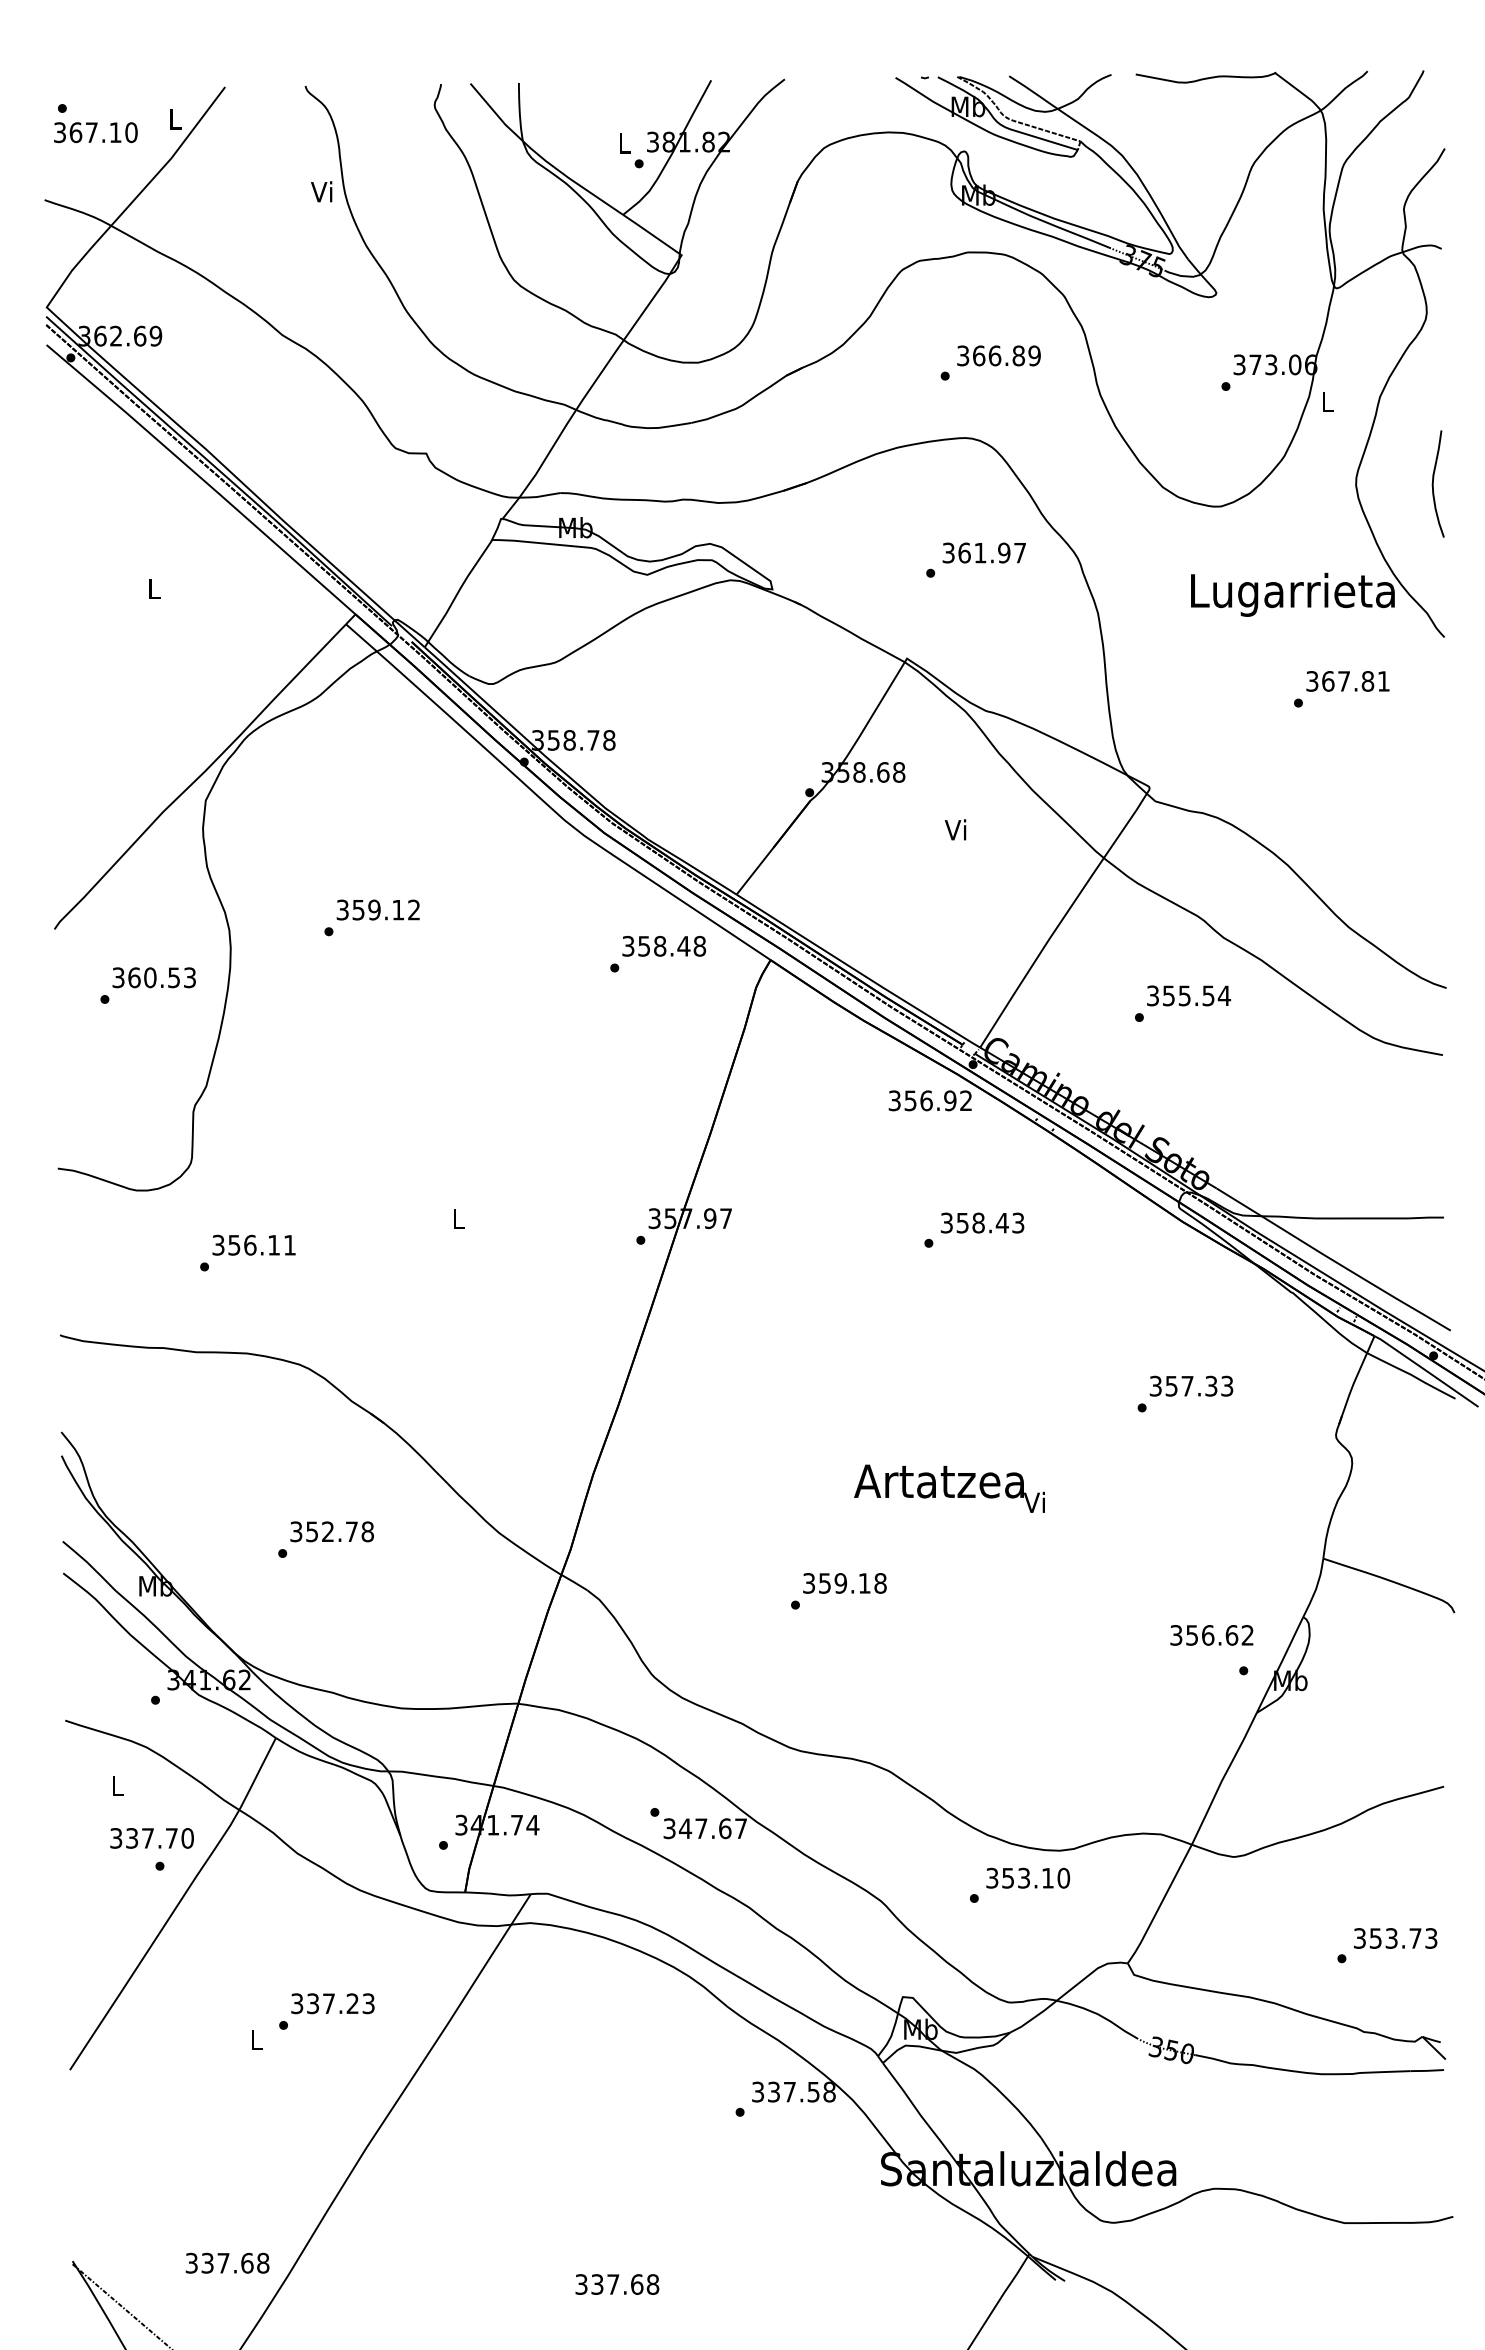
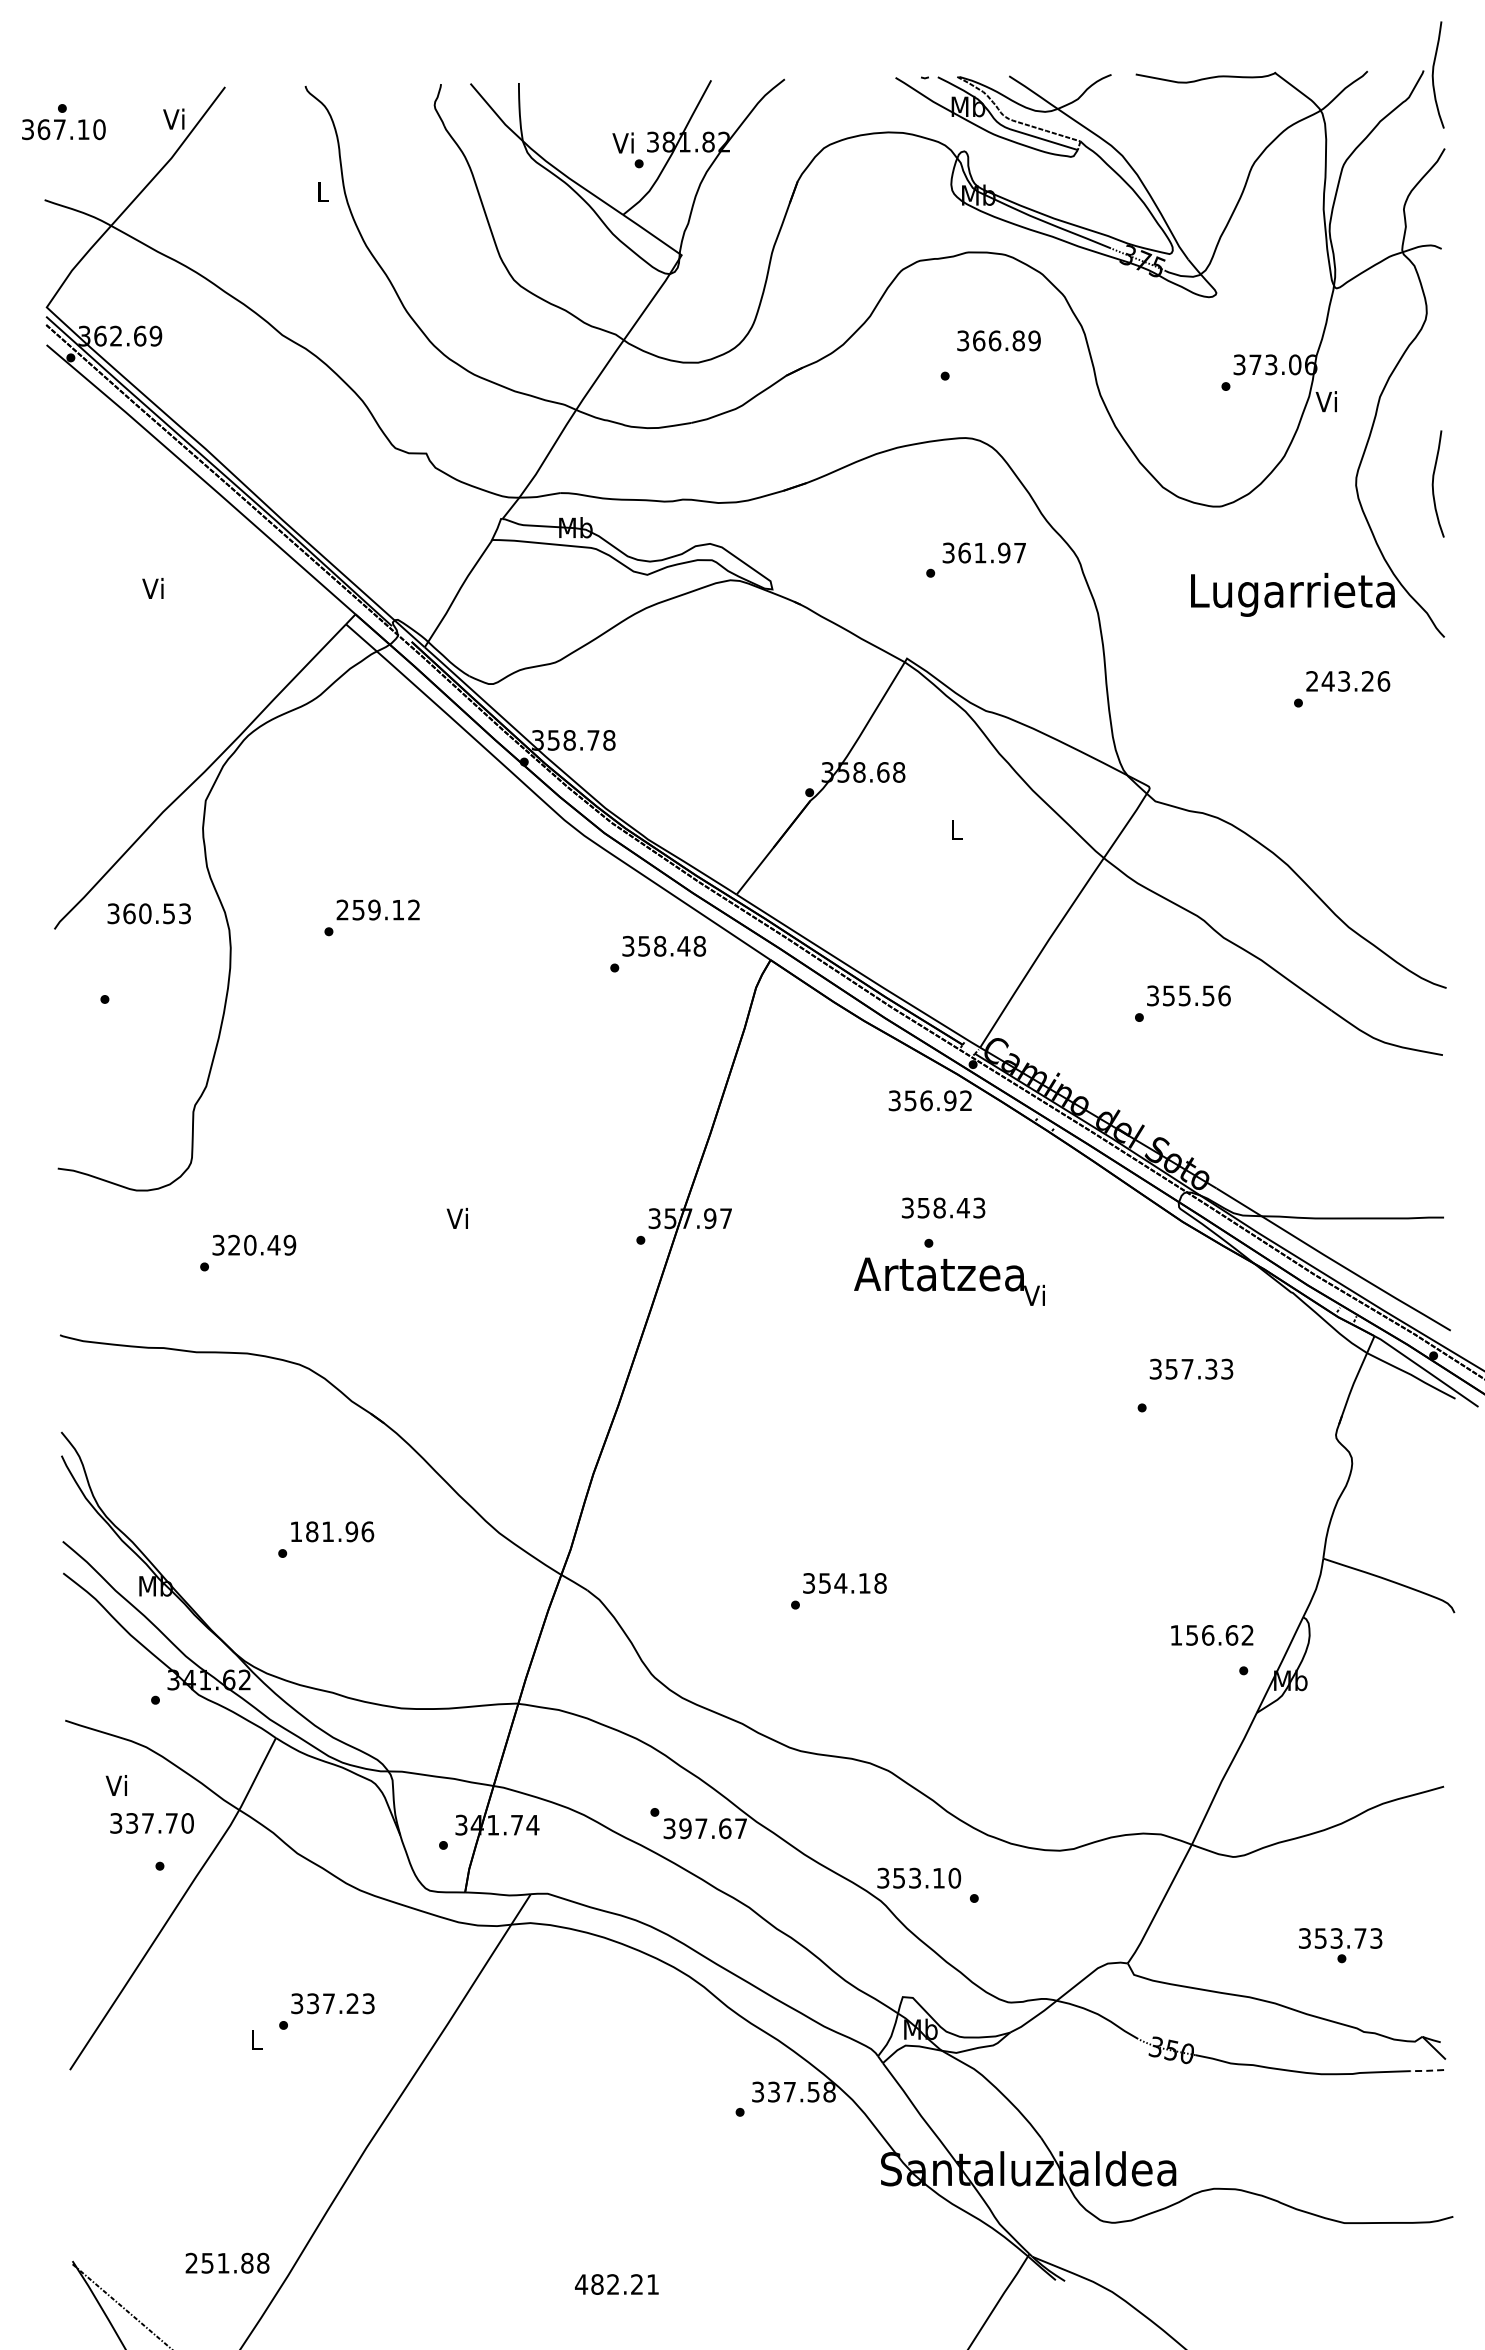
curve at (1433, 74): none -> present
text at (173, 118): L -> Vi
text at (95, 132) position: (95, 132) -> (63, 129)
text at (622, 142): L -> Vi
text at (321, 191): Vi -> L
text at (998, 355) position: (998, 355) -> (998, 340)
text at (1325, 401): L -> Vi
text at (152, 588): L -> Vi
text at (1348, 681): 367.81 -> 243.26
text at (955, 829): Vi -> L
text at (342, 910): 359.12 -> 259.12
text at (153, 977) position: (153, 977) -> (148, 913)
text at (1223, 995): 355.54 -> 355.56
text at (456, 1217): L -> Vi
text at (982, 1222) position: (982, 1222) -> (943, 1207)
text at (262, 1244): 356.11 -> 320.49
text at (1191, 1385) position: (1191, 1385) -> (1191, 1368)
text at (949, 1488) position: (949, 1488) -> (949, 1281)
text at (332, 1531): 352.78 -> 181.96
text at (840, 1583): 359.18 -> 354.18
text at (1176, 1635): 356.62 -> 156.62
text at (115, 1785): L -> Vi
text at (685, 1828): 347.67 -> 397.67
text at (151, 1838) position: (151, 1838) -> (151, 1823)
text at (1028, 1877) position: (1028, 1877) -> (919, 1877)
text at (1395, 1938) position: (1395, 1938) -> (1340, 1938)
line at (1426, 2070): solid -> dashed
text at (219, 2262): 337.68 -> 251.88
text at (617, 2284): 337.68 -> 482.21
